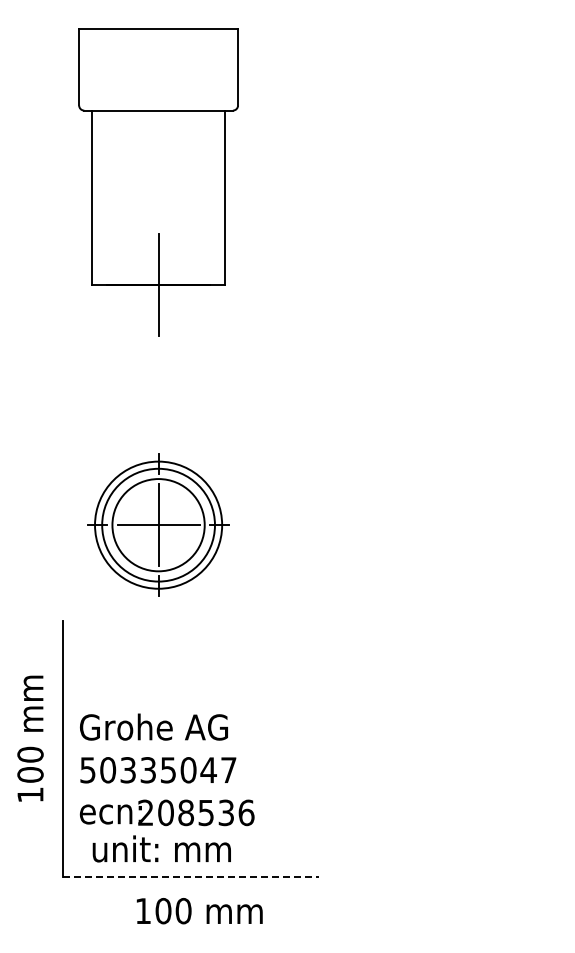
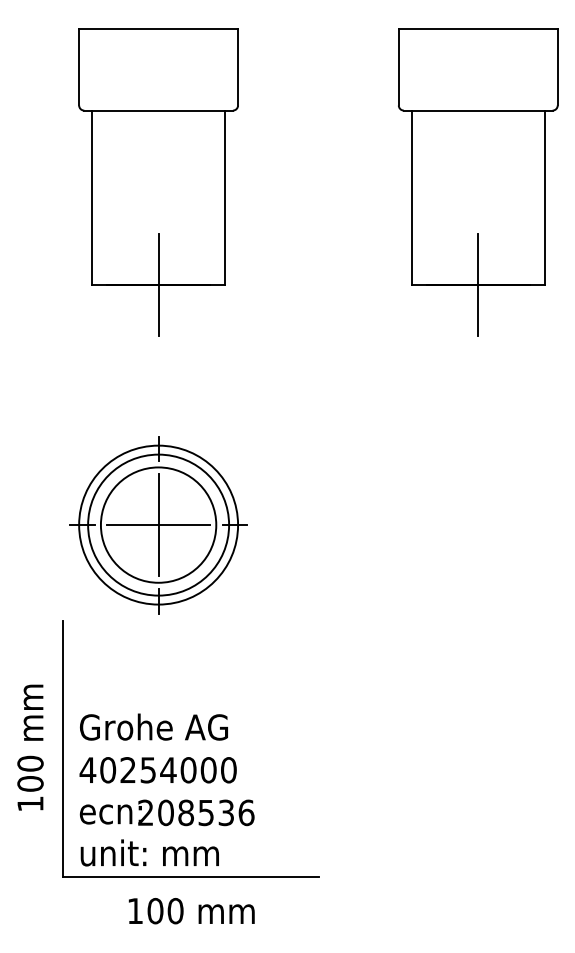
part at (478, 182): none -> present
part at (158, 524) size: 143x144 px -> 179x179 px
text at (30, 738) position: (30, 738) -> (30, 747)
text at (157, 770): 50335047 -> 40254000
text at (161, 848) position: (161, 848) -> (149, 852)
line at (191, 877): dashed -> solid
text at (199, 911) position: (199, 911) -> (191, 911)
